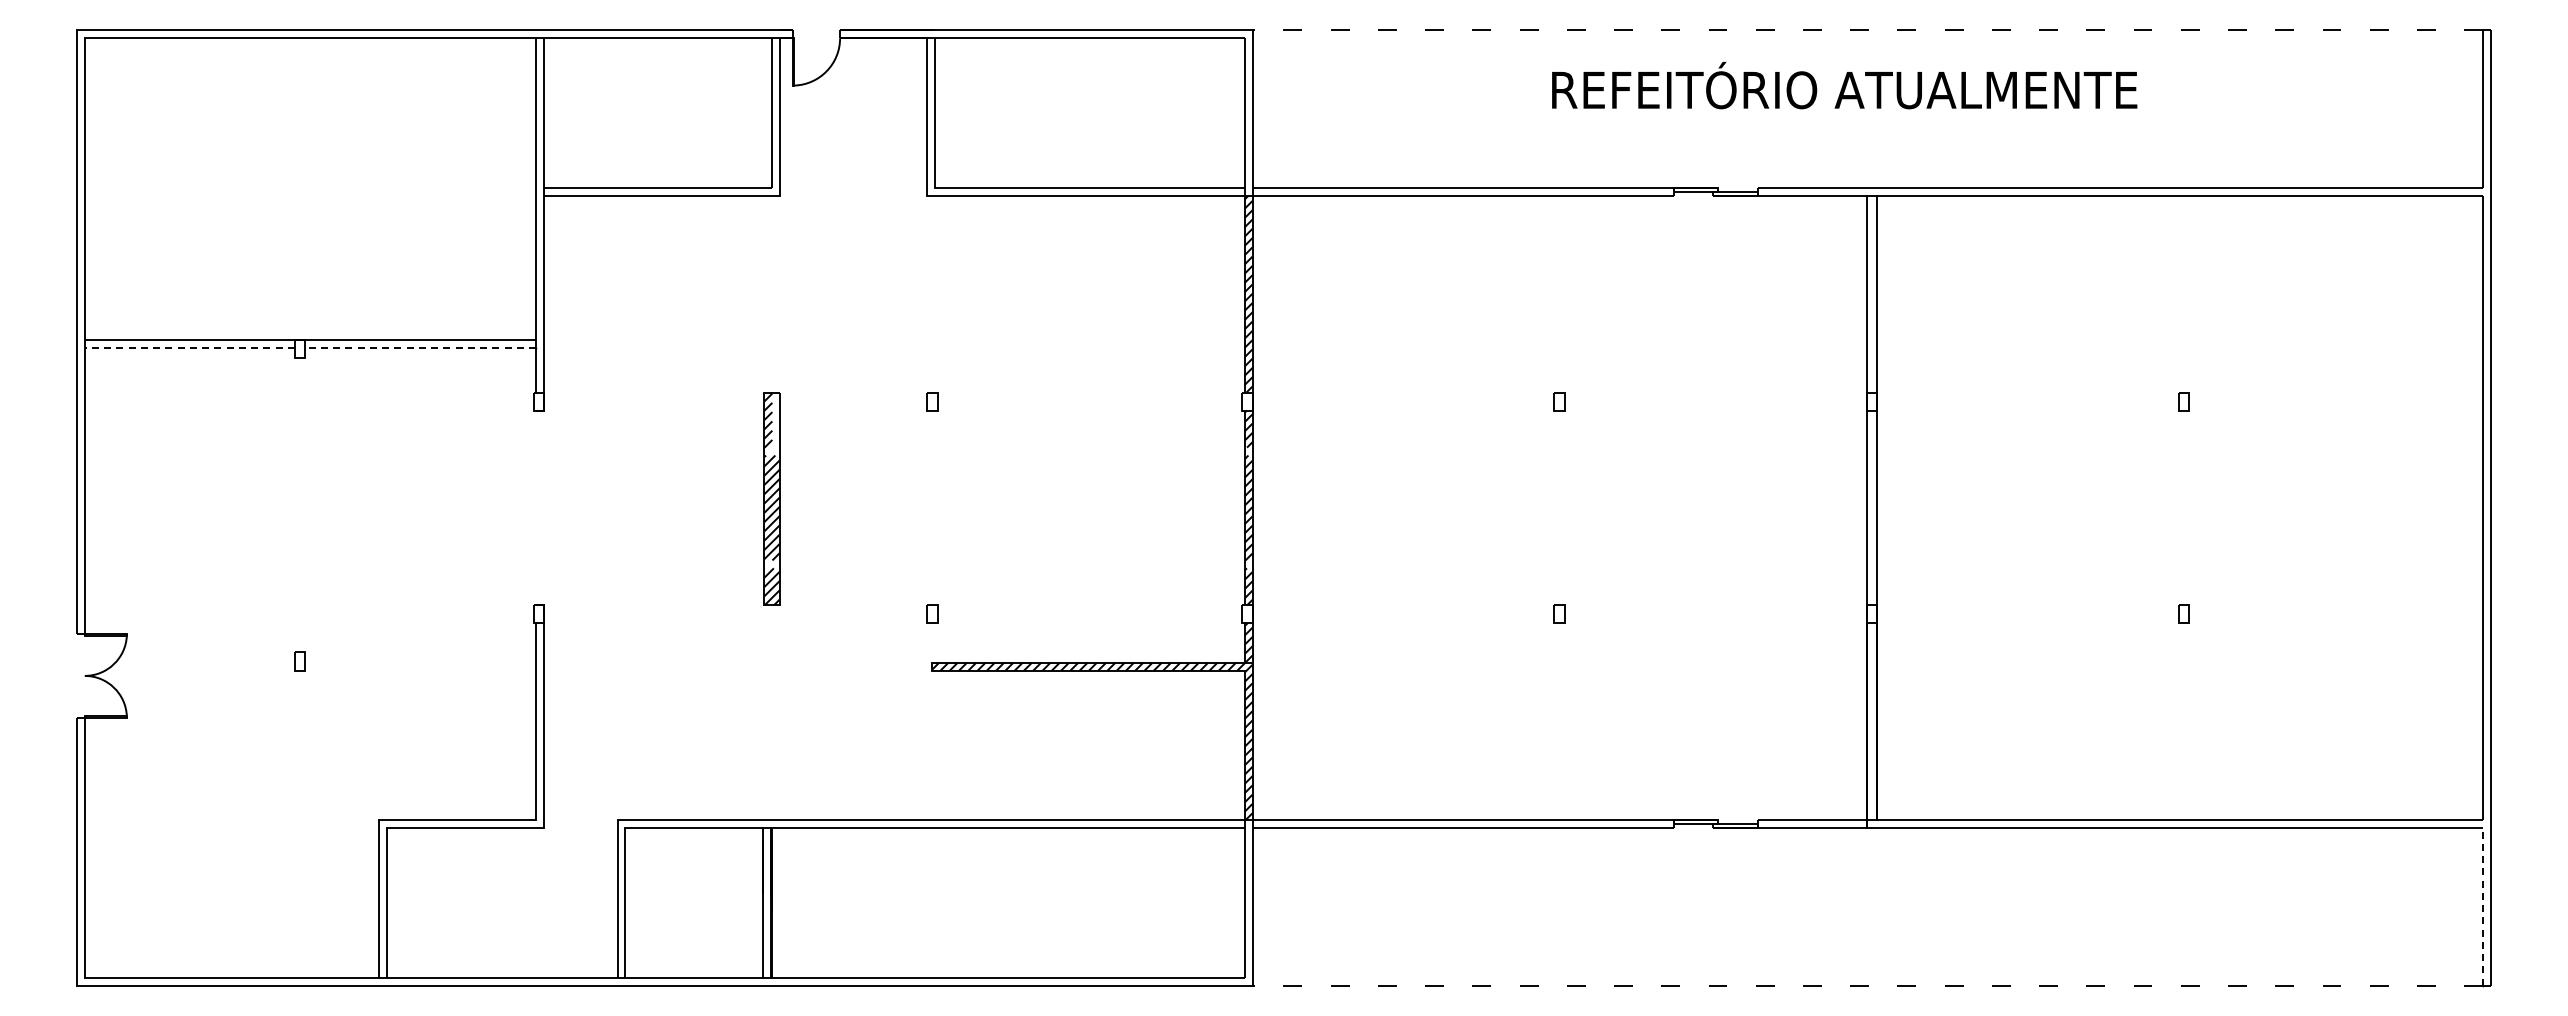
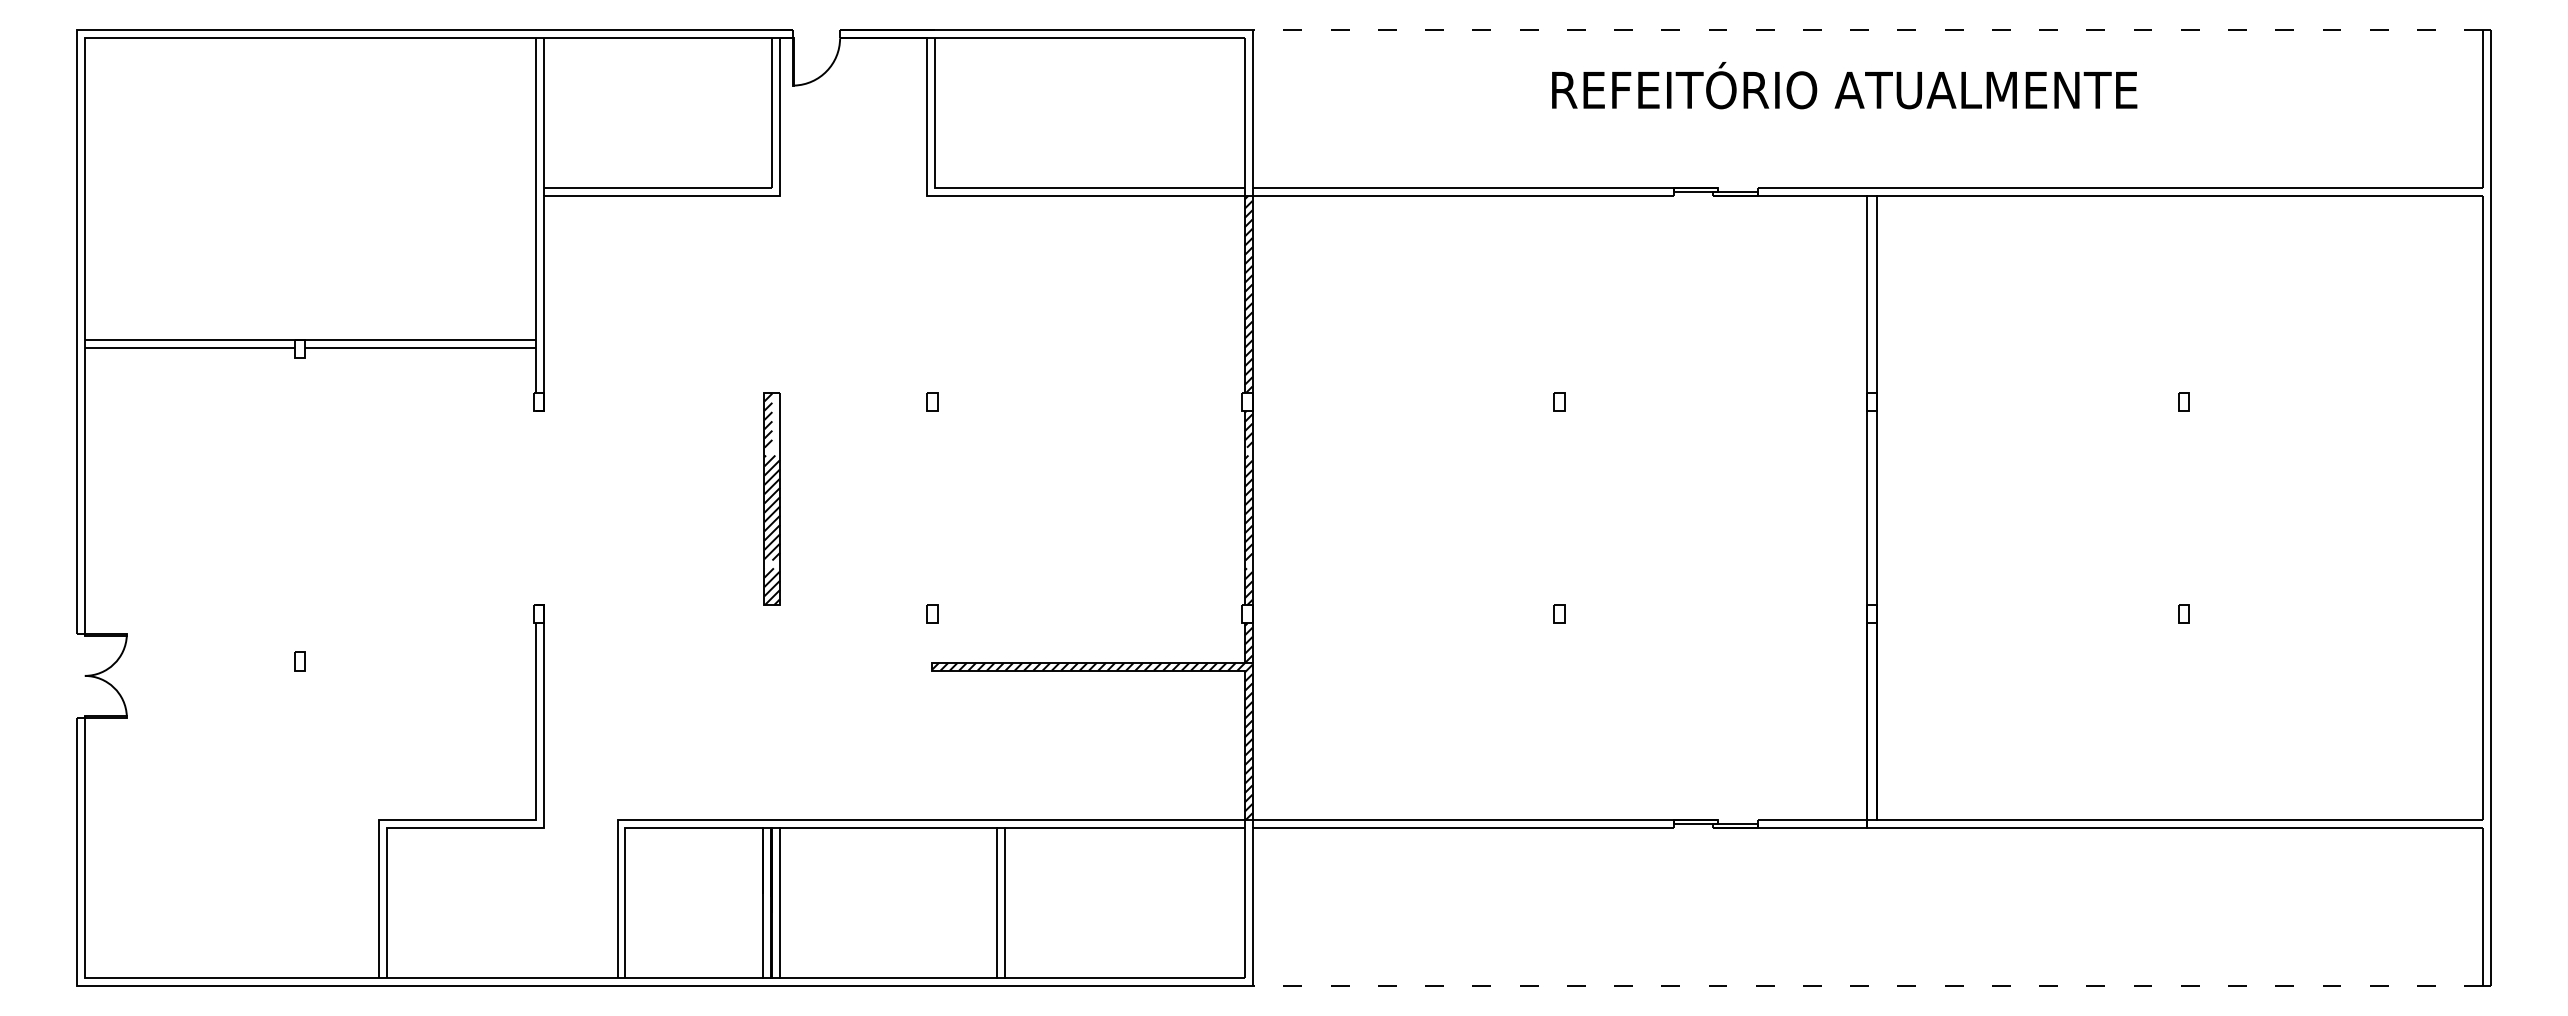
line at (189, 347): dashed -> solid
line at (421, 347): dashed -> solid
line at (780, 902): none -> present
line at (997, 902): none -> present
line at (1005, 902): none -> present
line at (2483, 906): dashed -> solid
